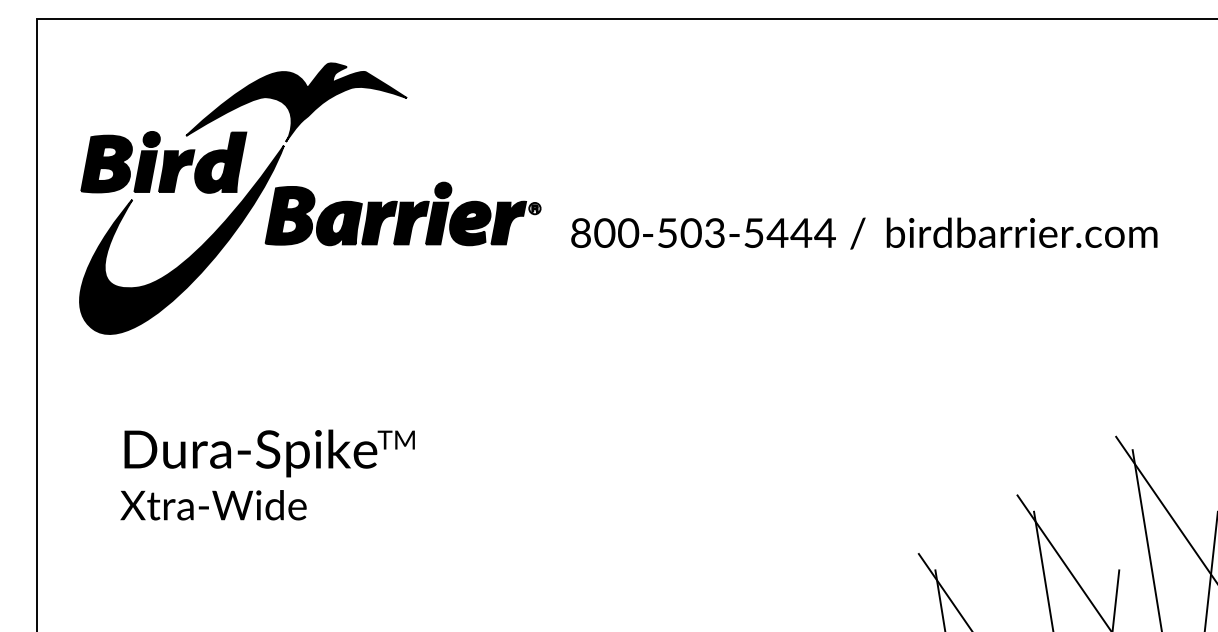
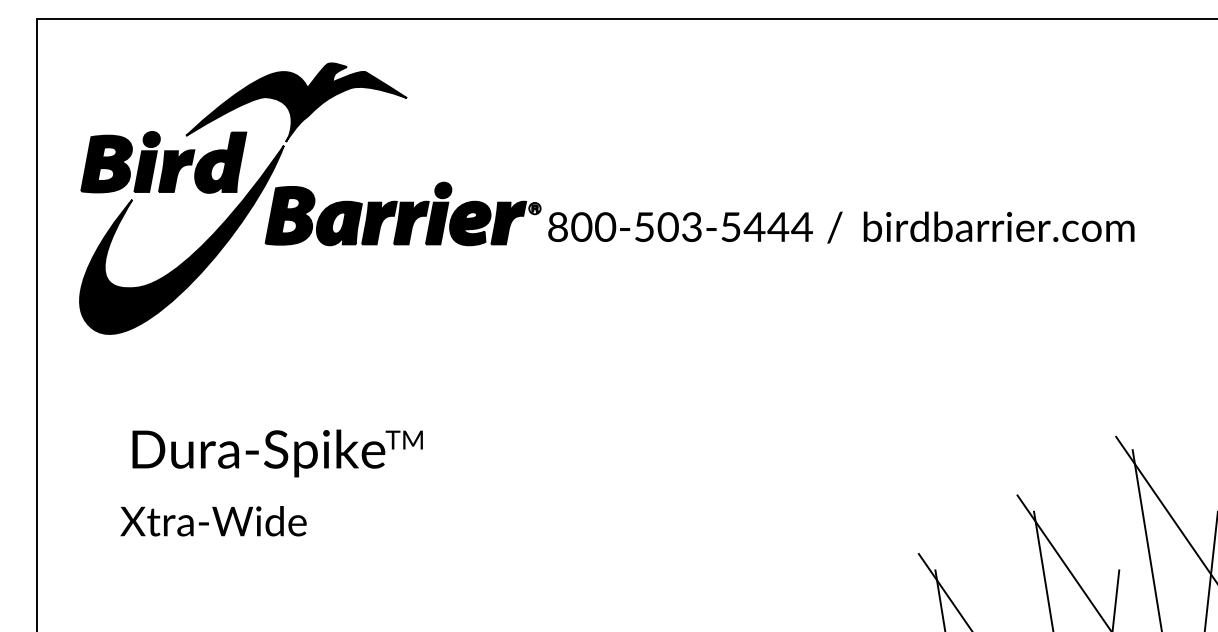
text at (864, 233) position: (864, 233) -> (841, 227)
text at (269, 453) position: (269, 453) -> (277, 453)
text at (213, 505) position: (213, 505) -> (213, 521)
